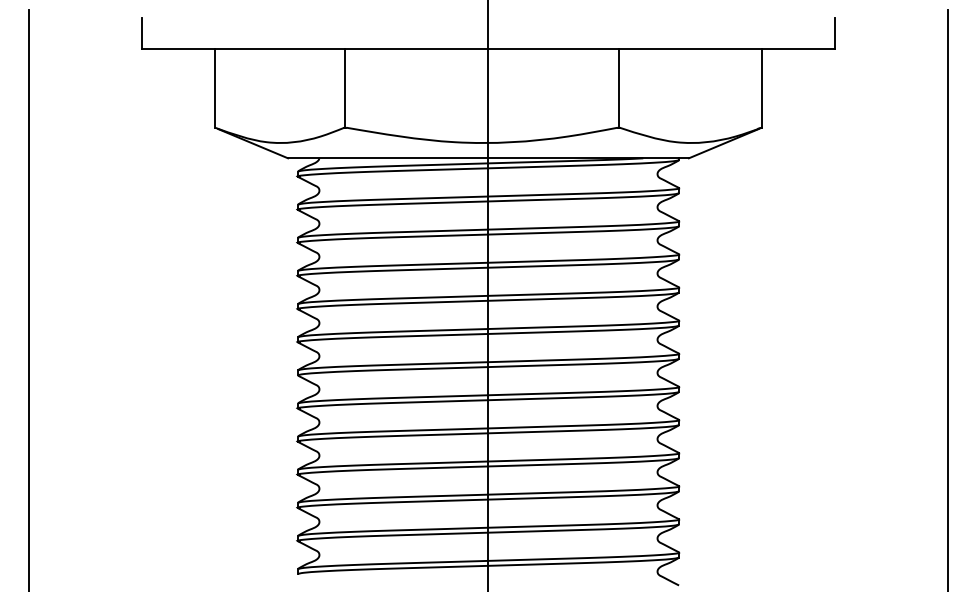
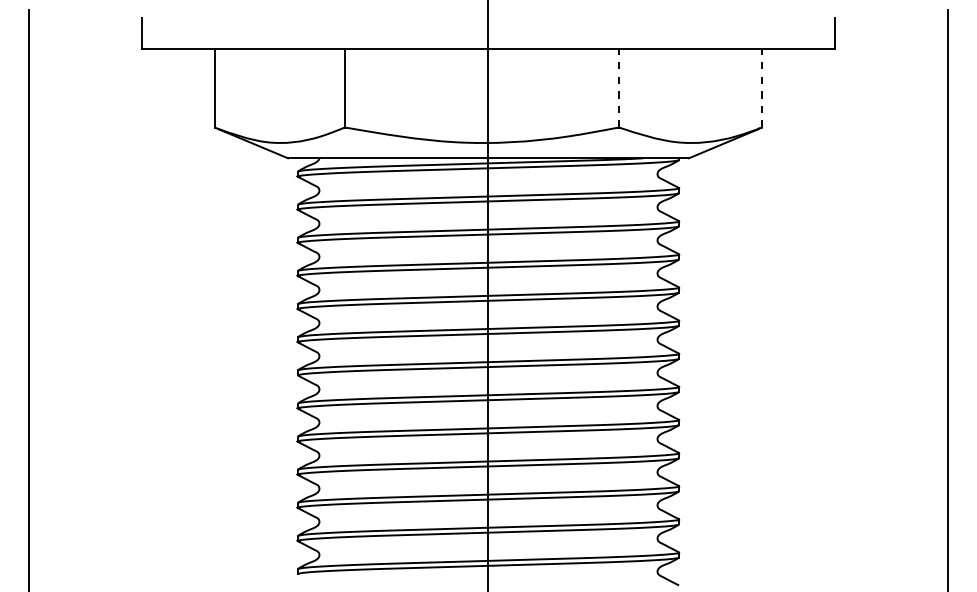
line at (619, 87): solid -> dashed
line at (762, 87): solid -> dashed
